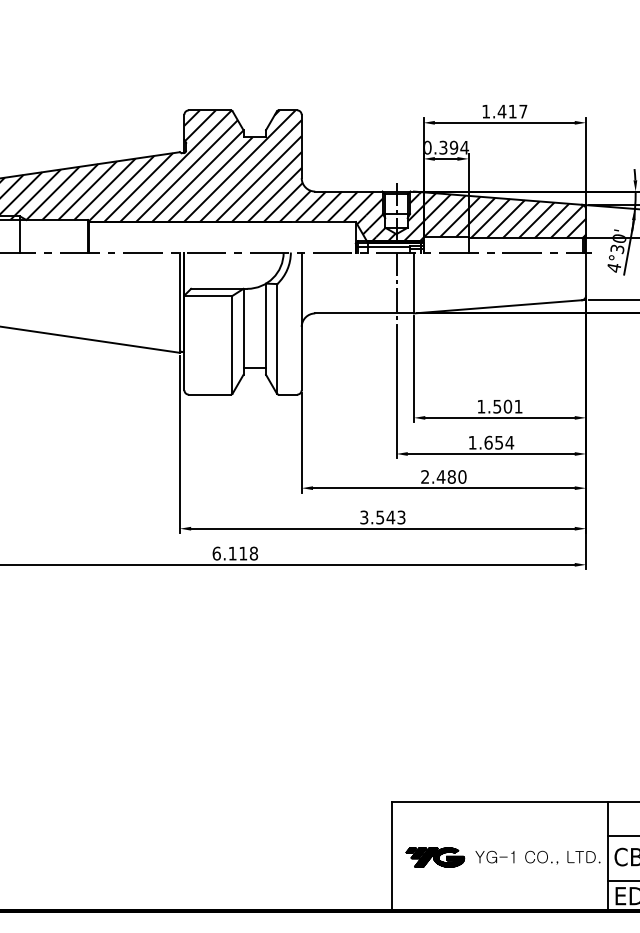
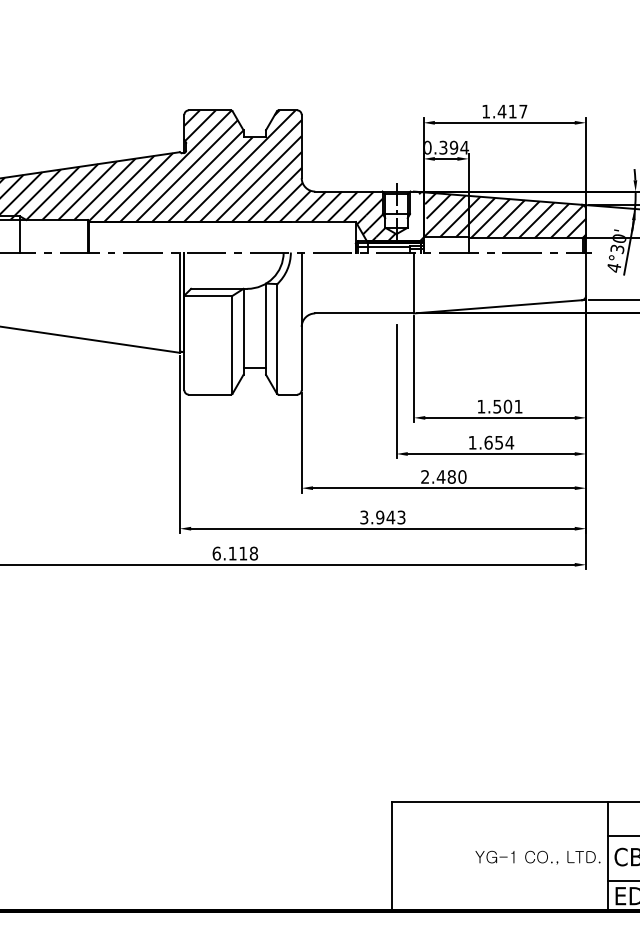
hatch at (415, 217): present -> none
line at (396, 287): present -> none
text at (380, 517): 3.543 -> 3.943
part at (435, 857): present -> none
